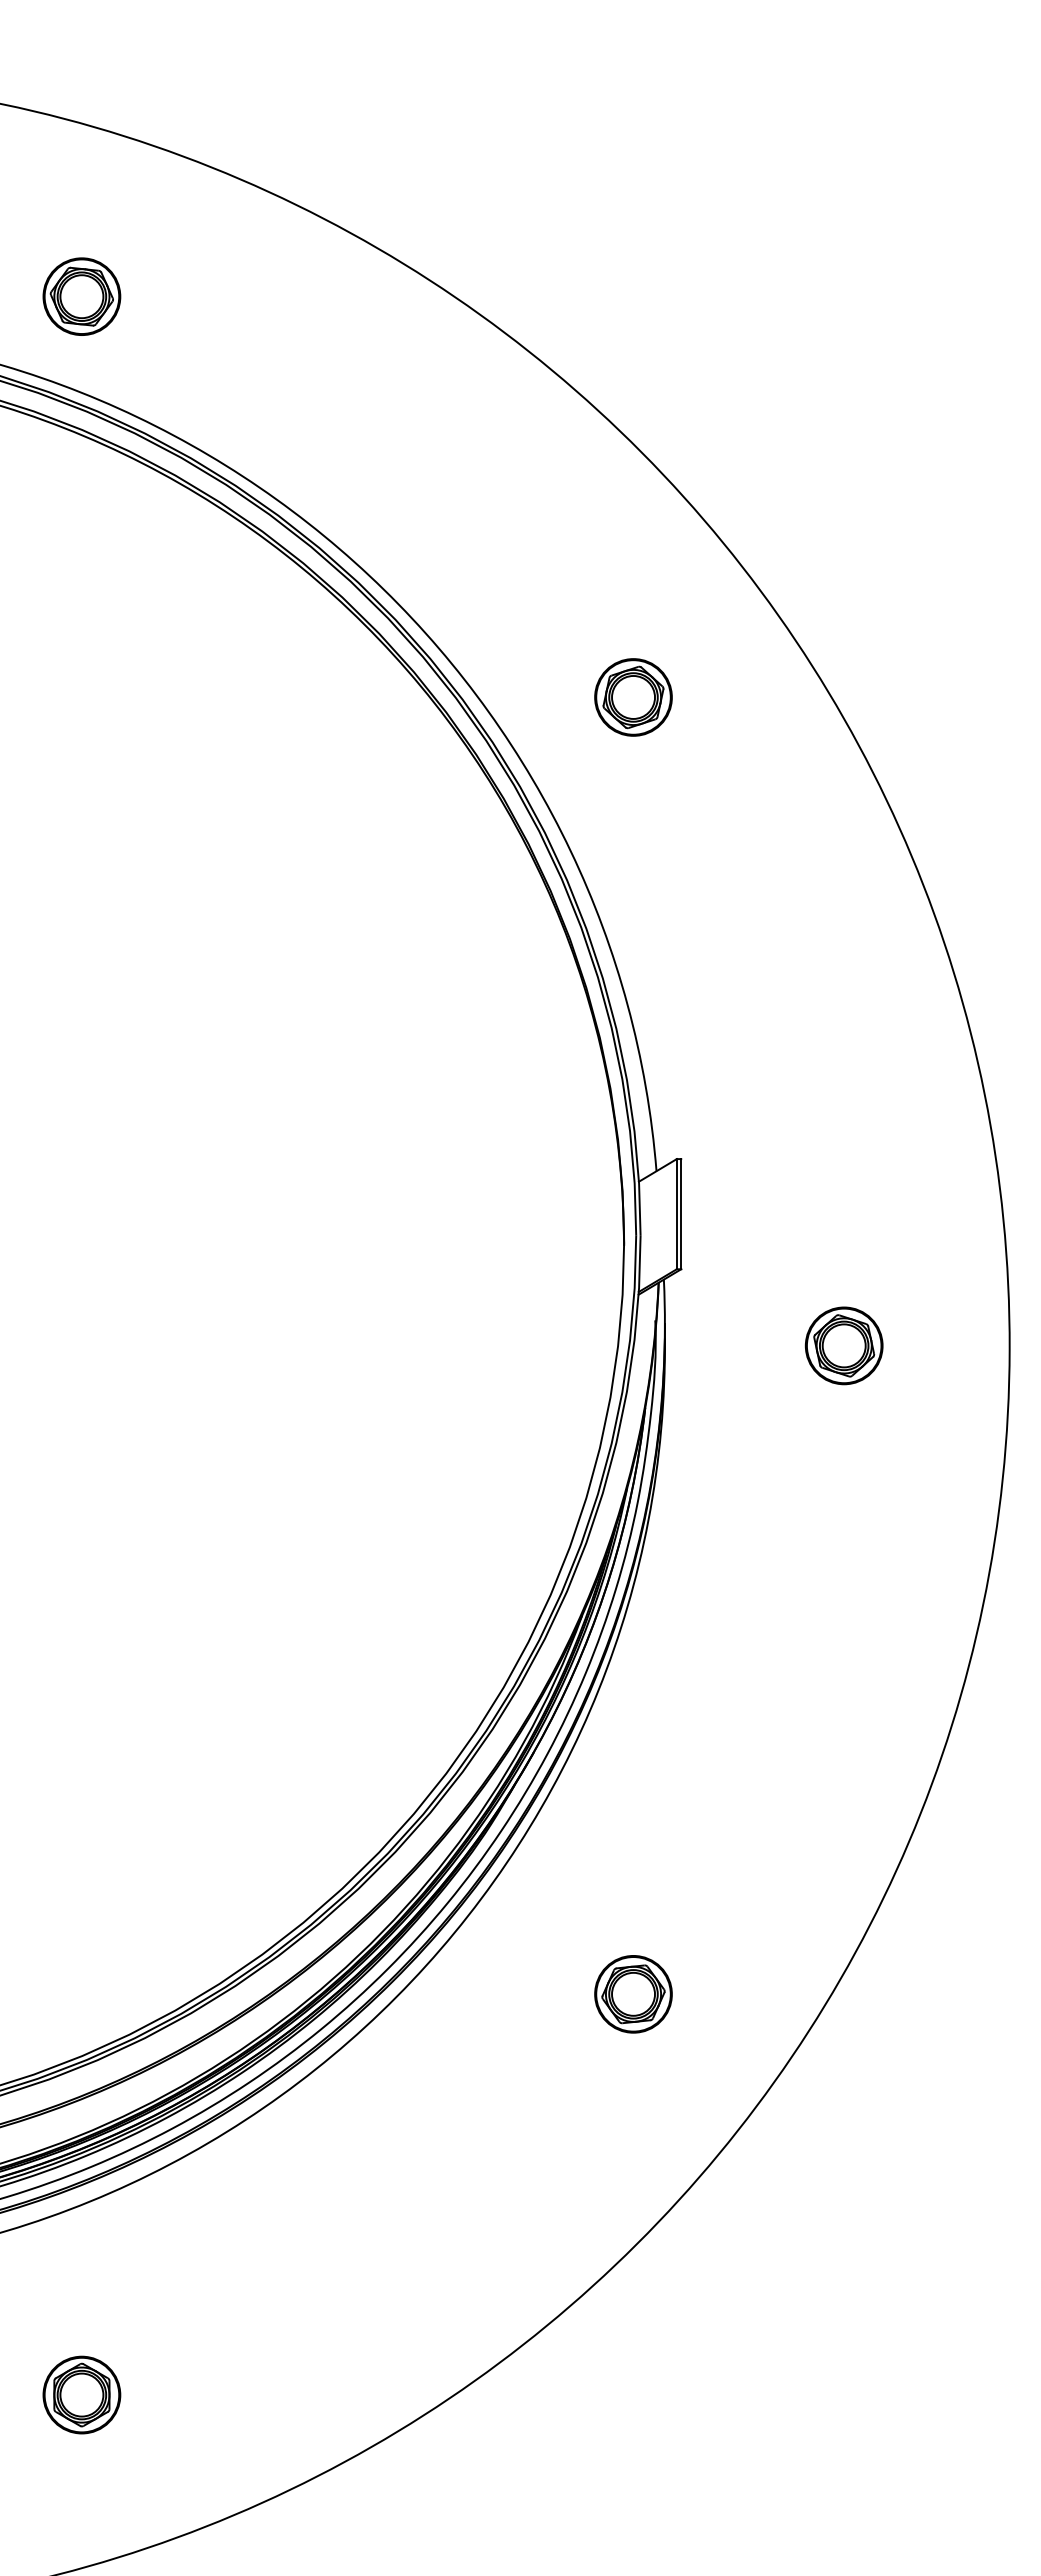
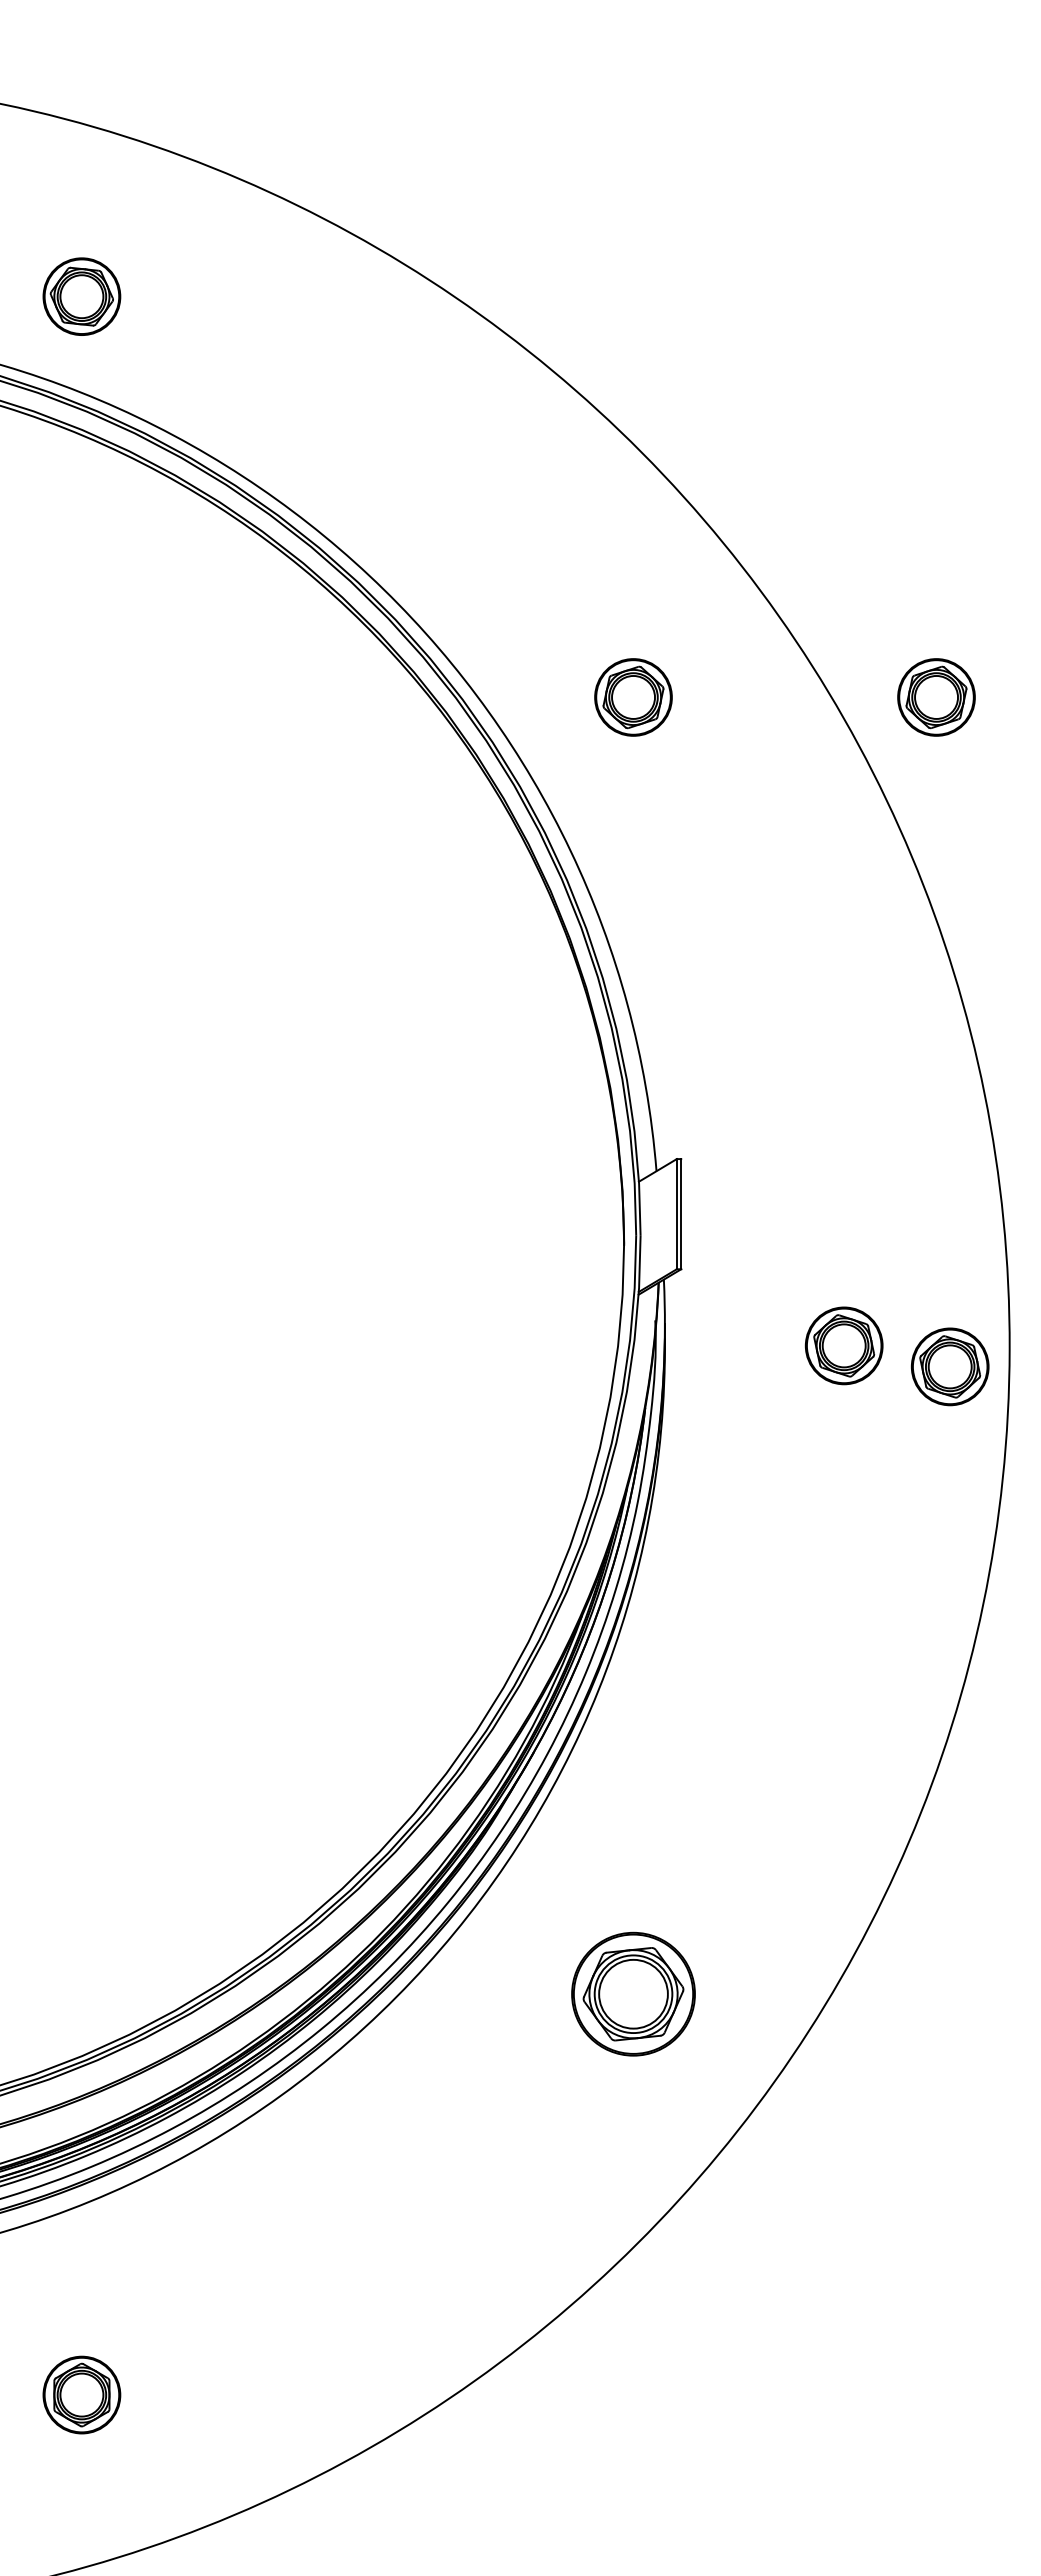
part at (936, 697): none -> present
part at (949, 1366): none -> present
part at (633, 1994) size: 79x79 px -> 125x126 px
